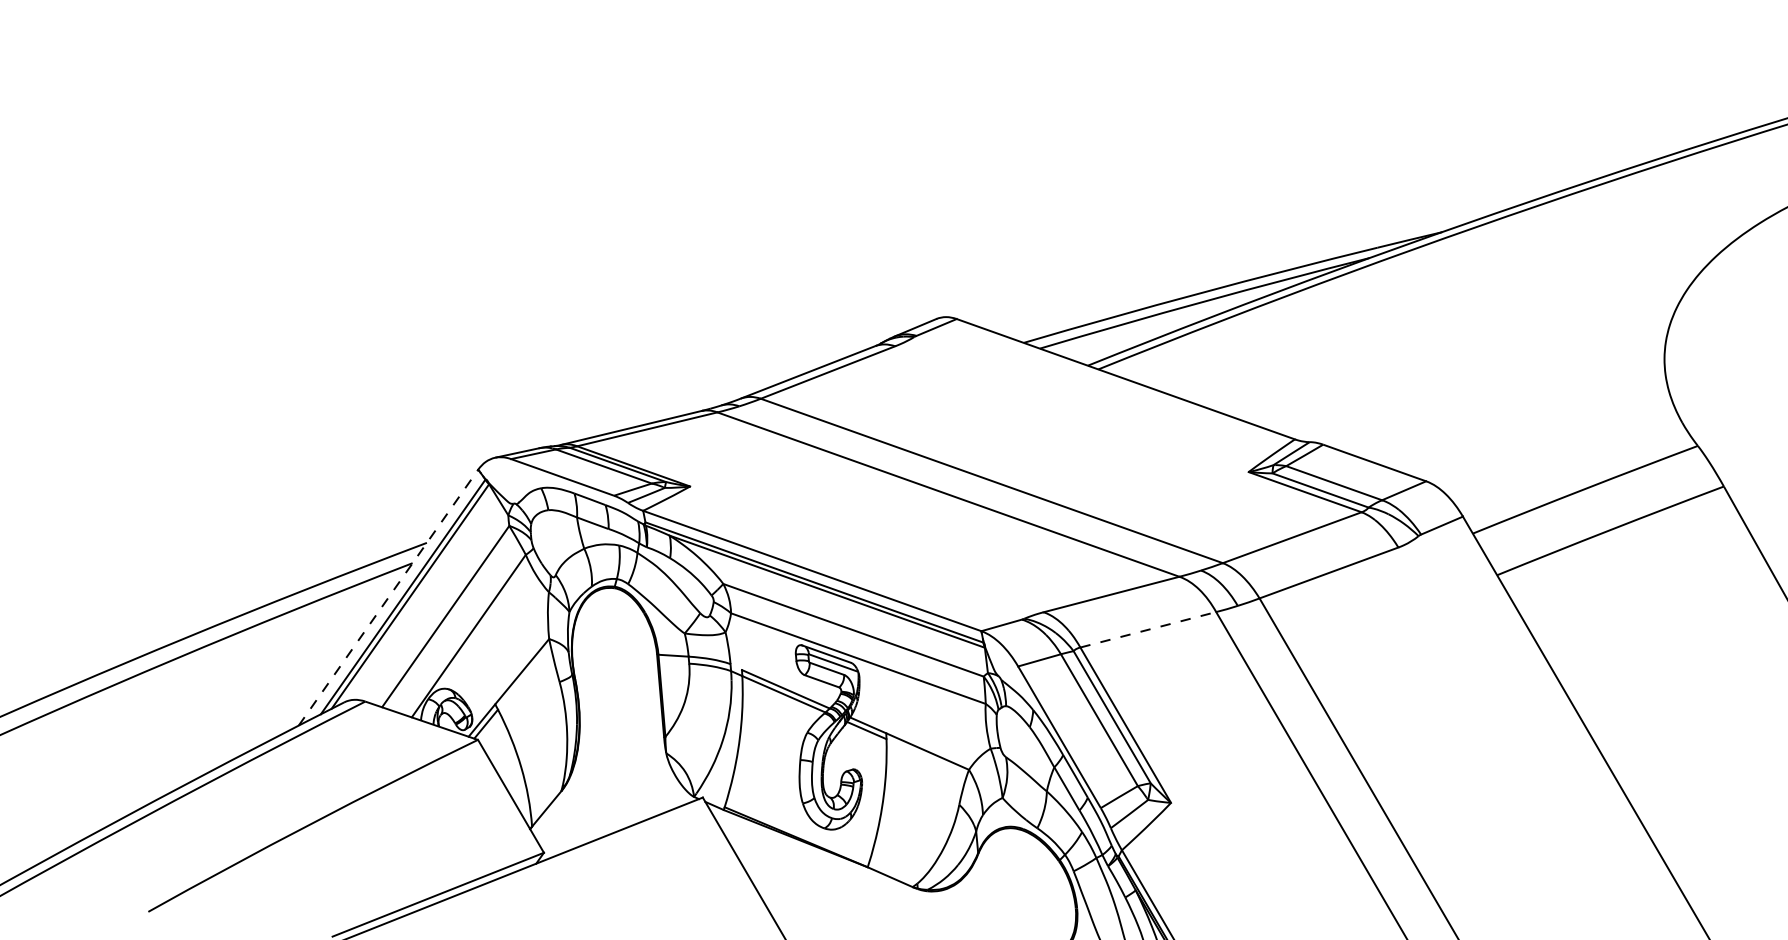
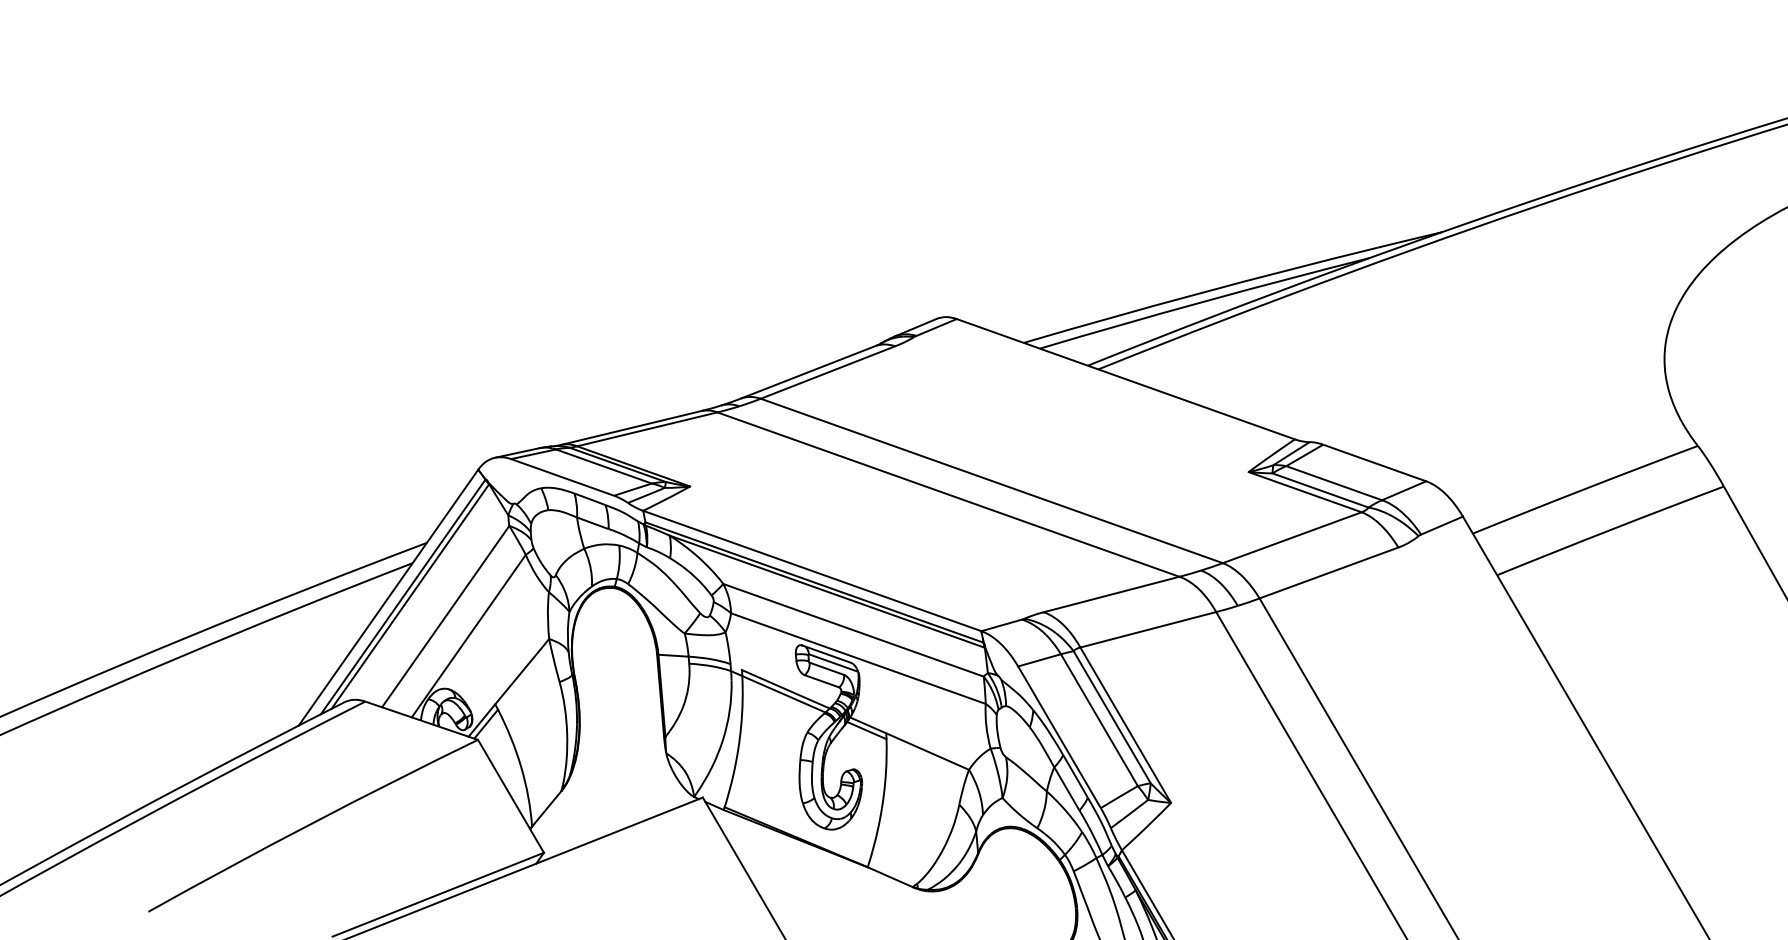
line at (388, 597): dashed -> solid
line at (1148, 629): dashed -> solid
